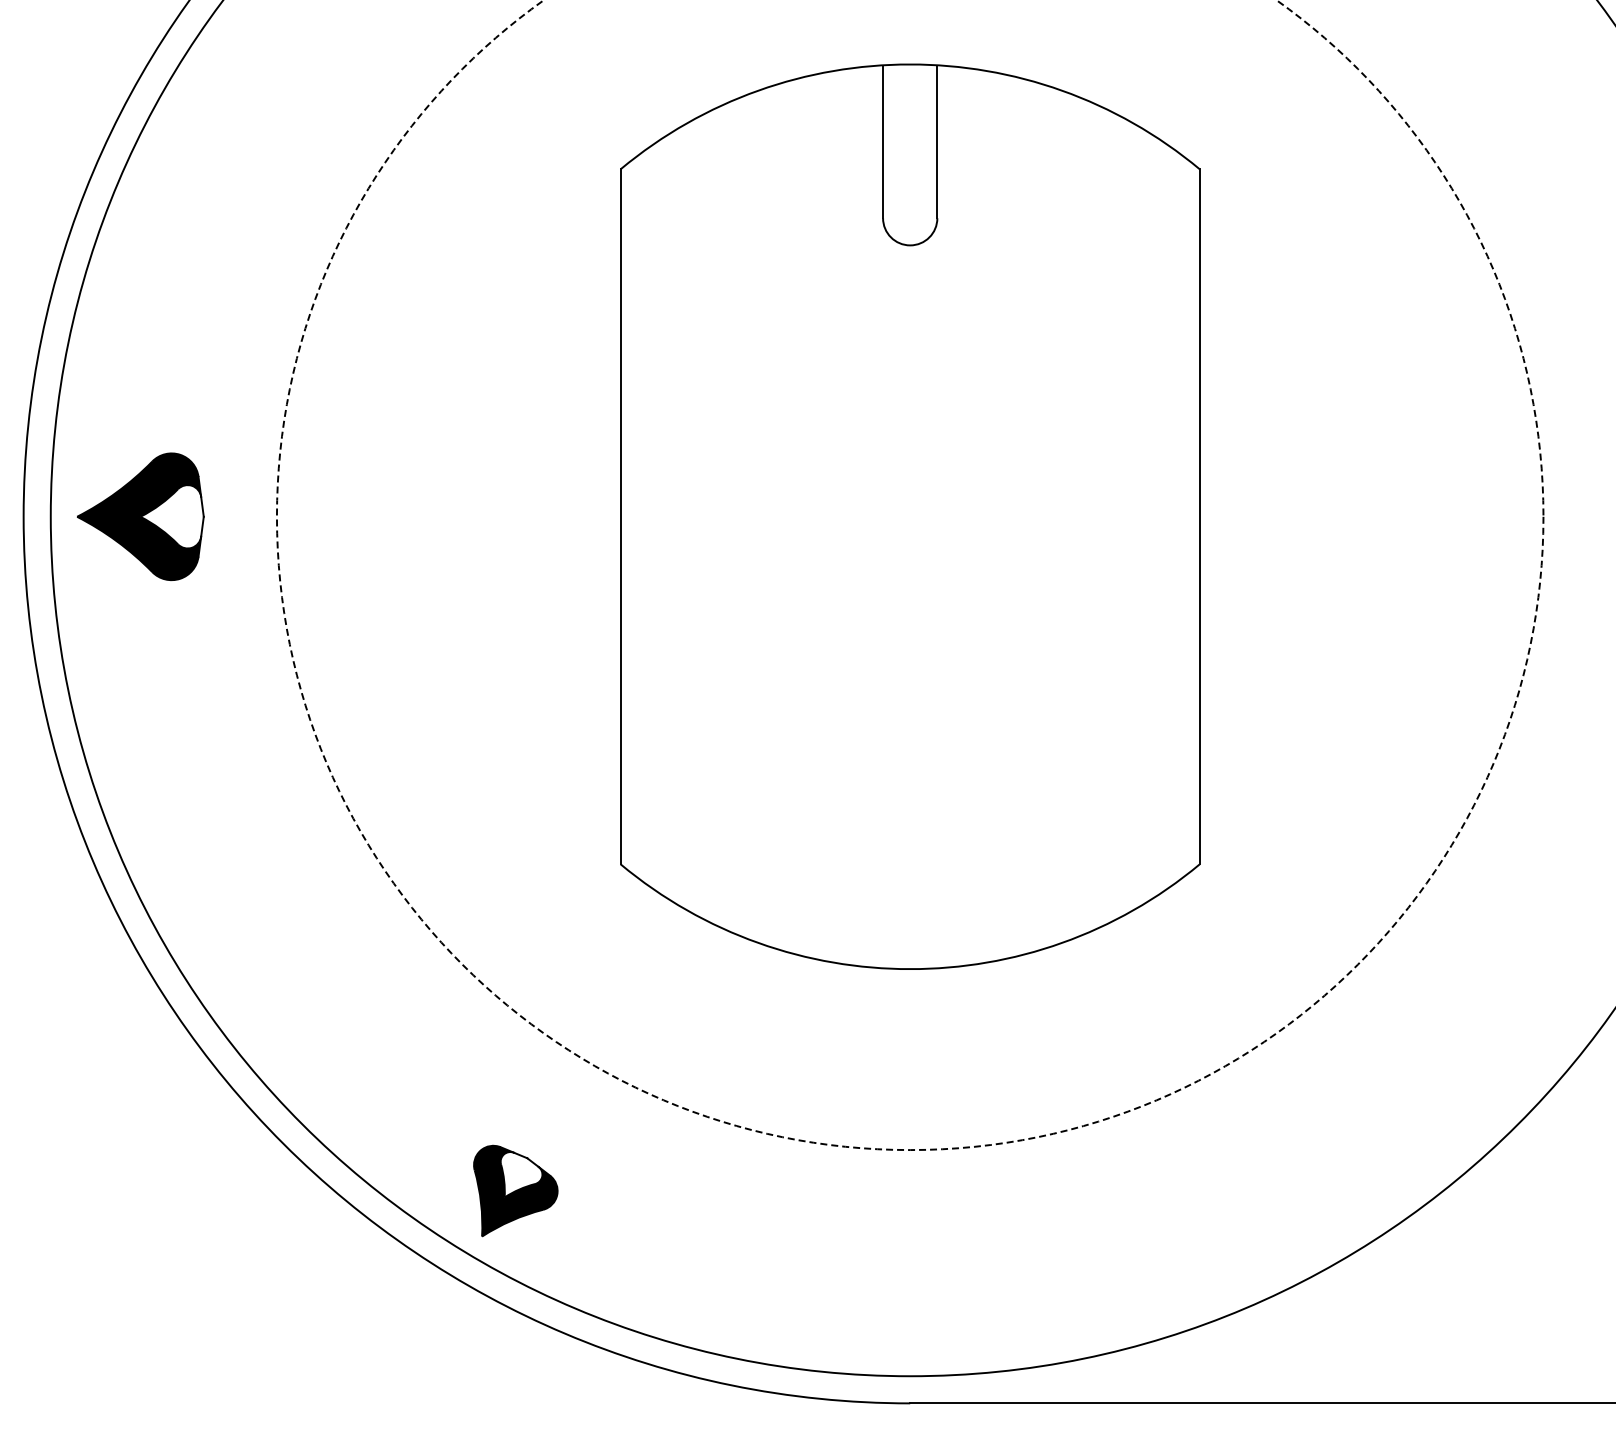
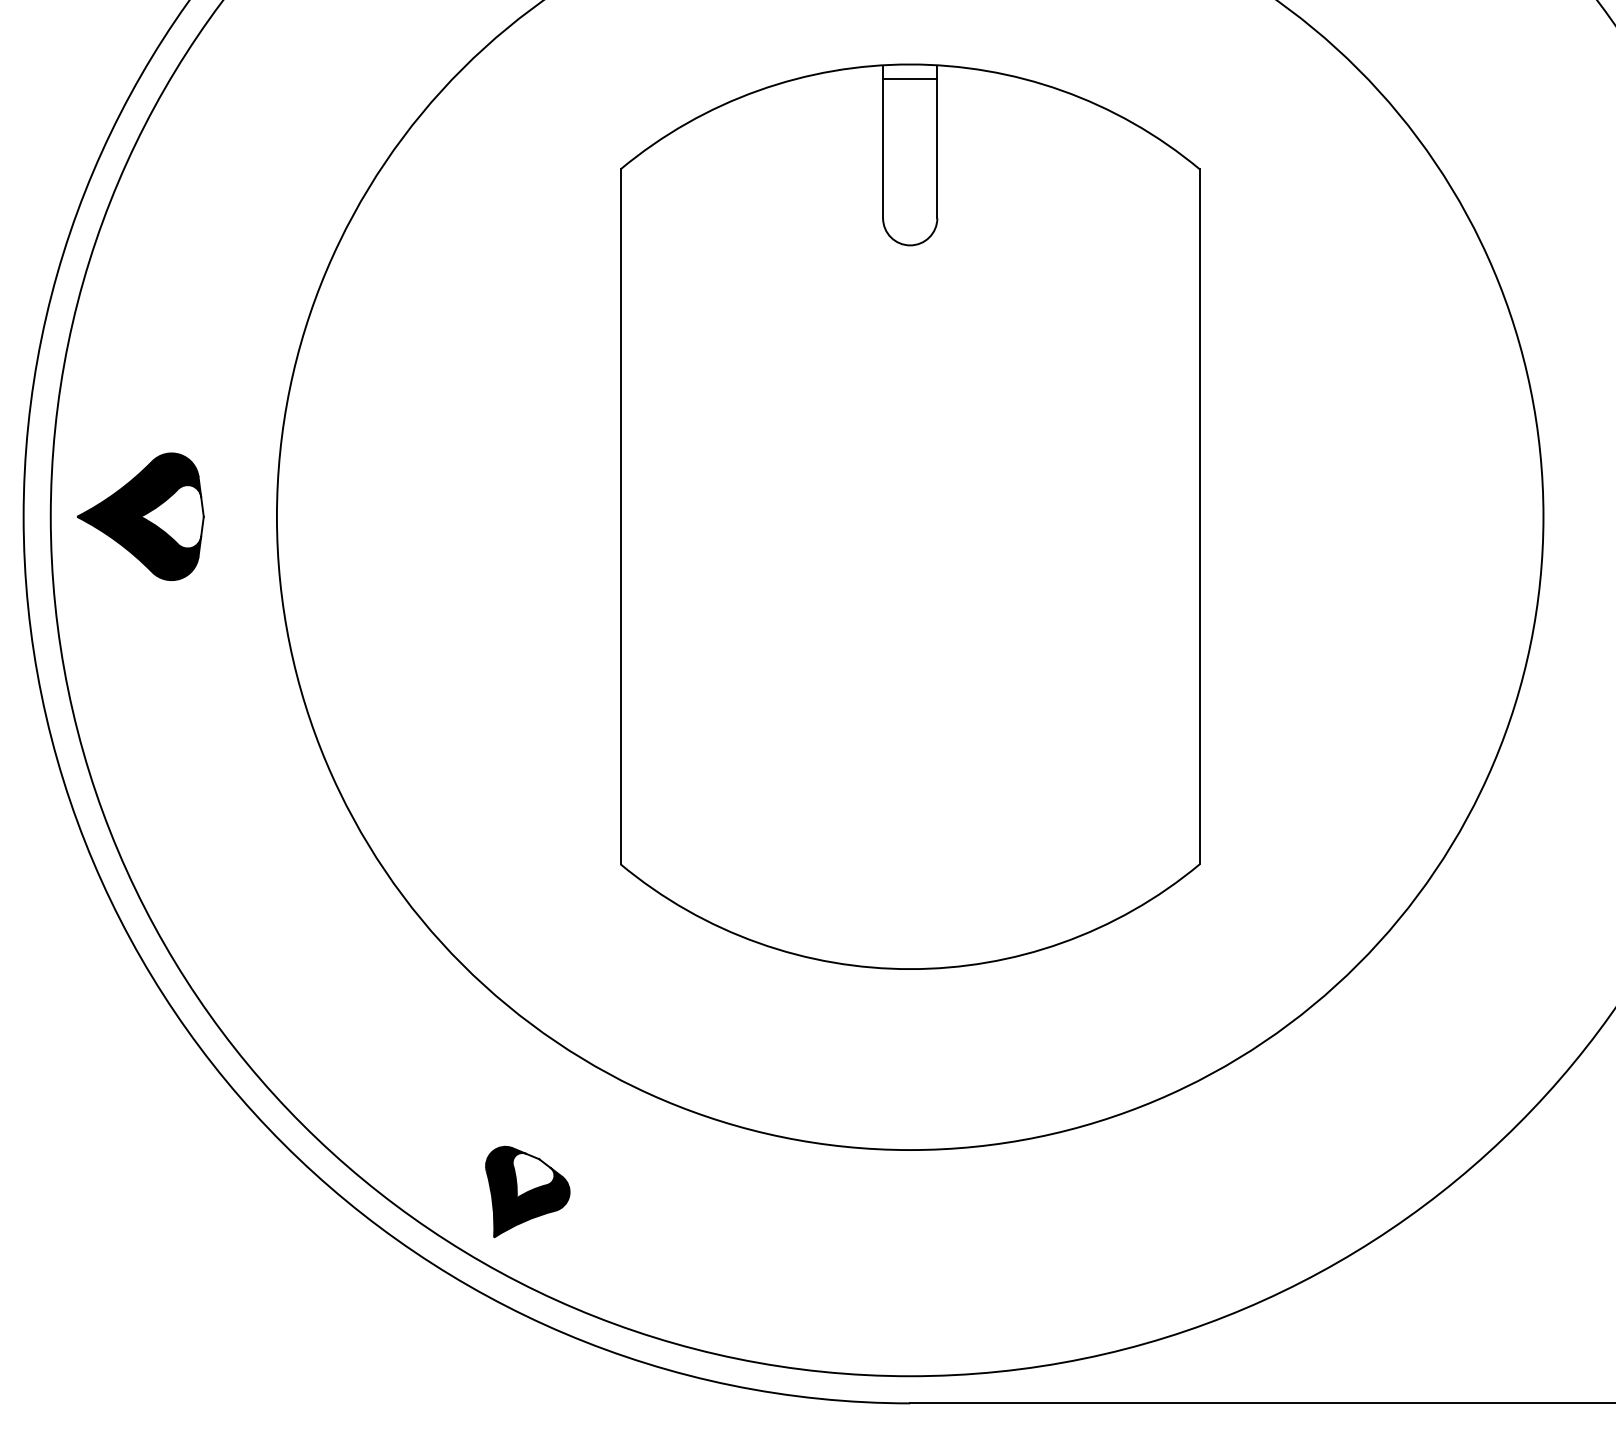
line at (910, 78): none -> present
circle at (909, 575): dashed -> solid
part at (515, 1190) position: (515, 1190) -> (527, 1191)
